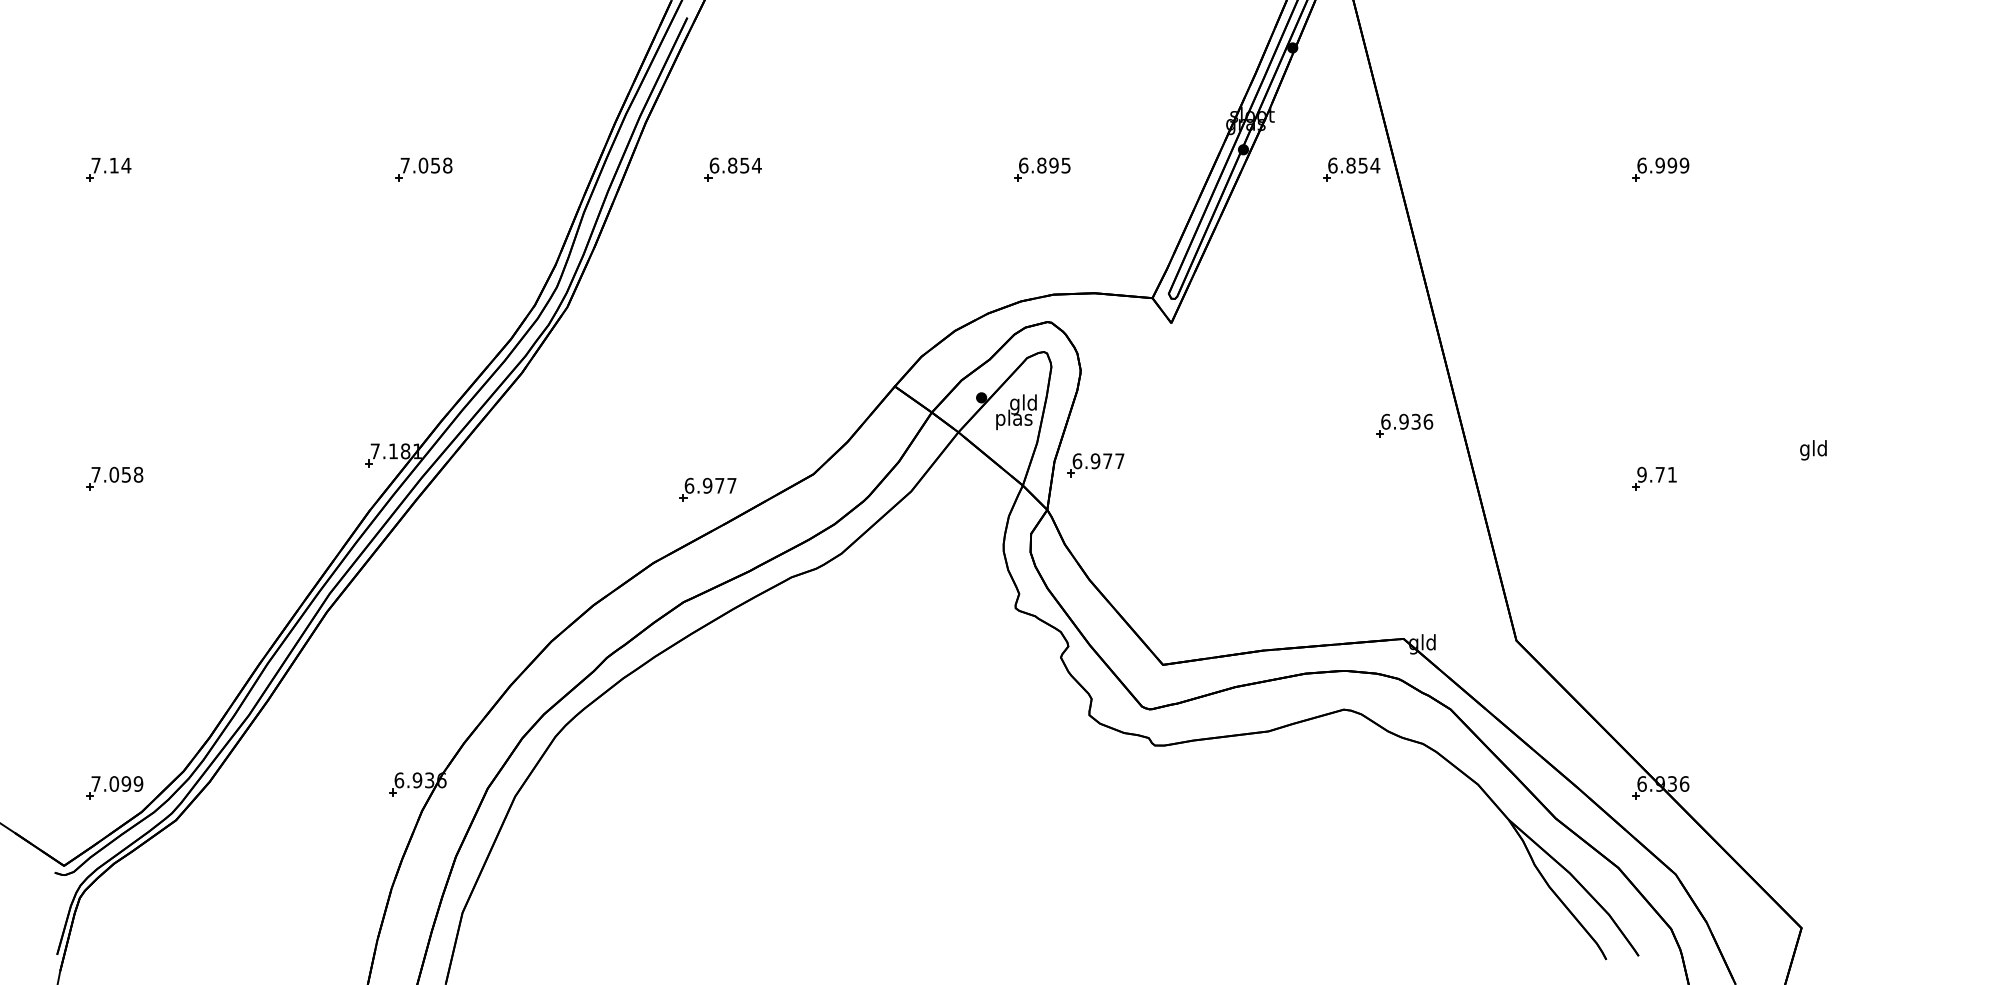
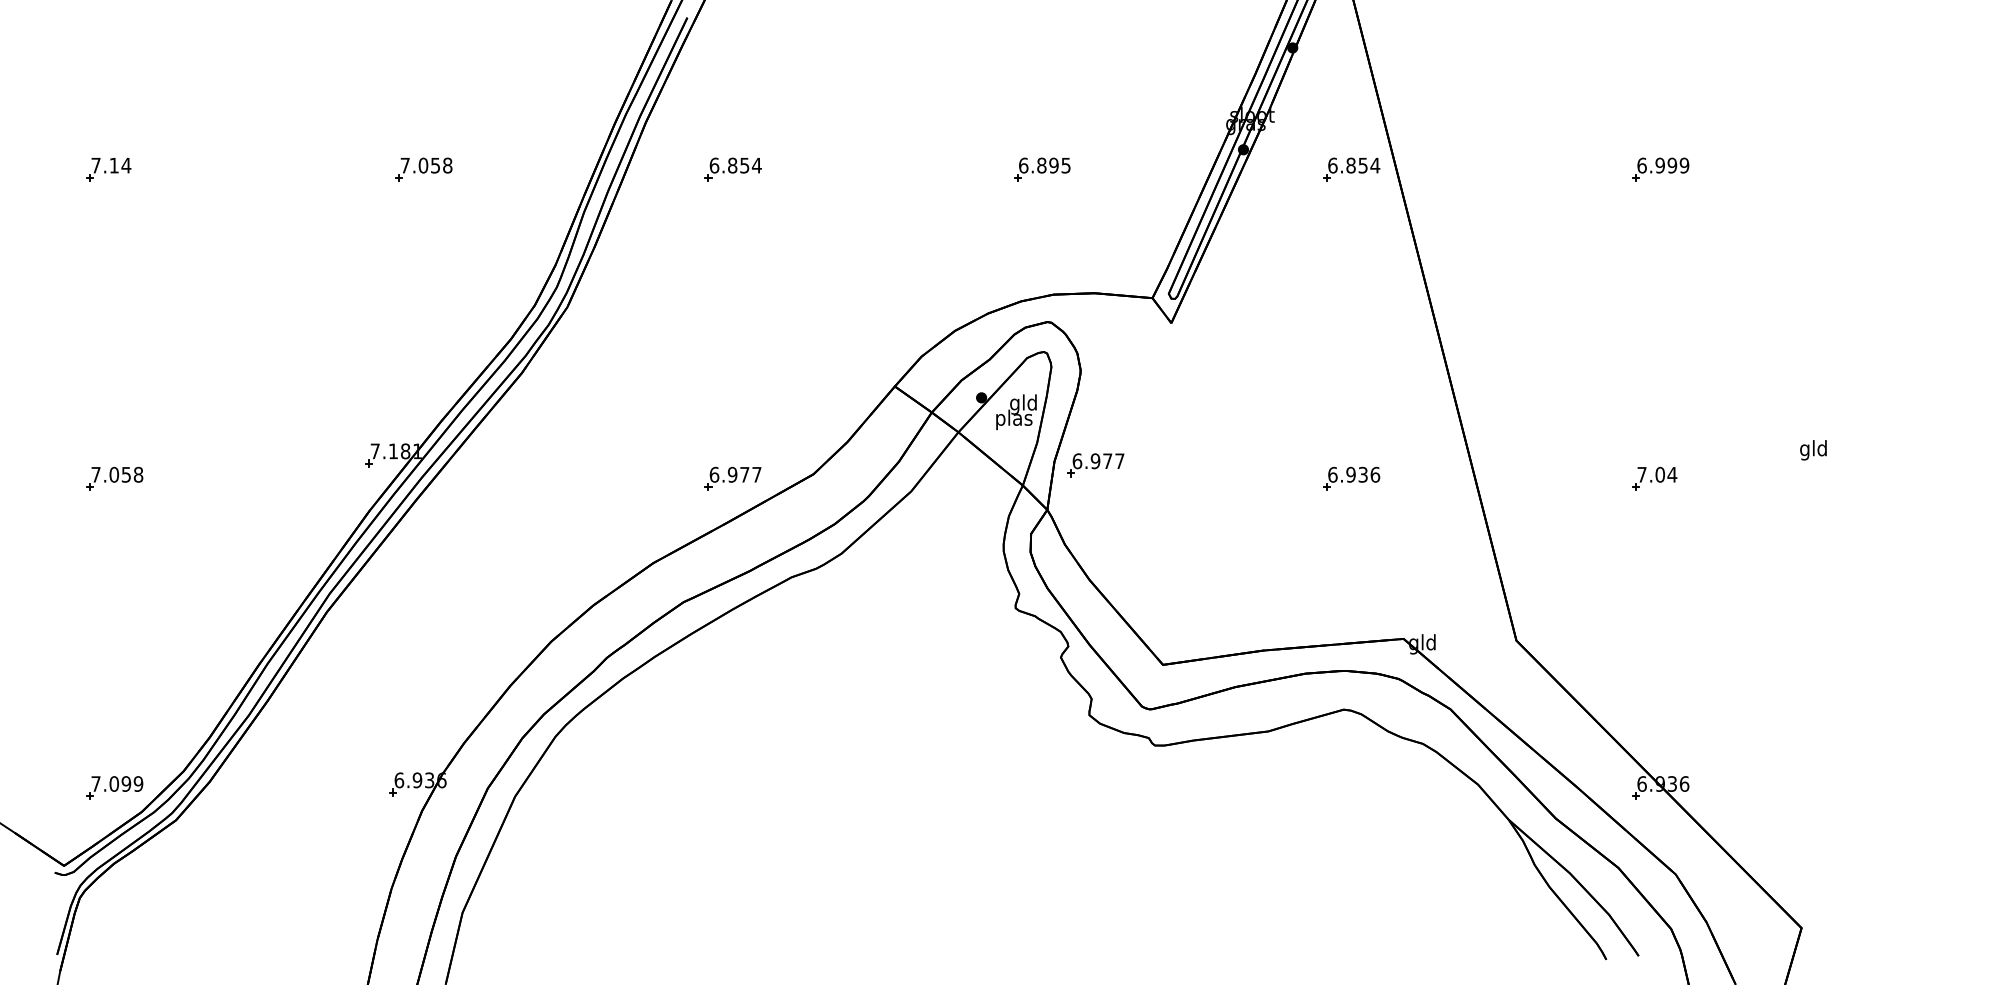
part at (1404, 425) position: (1404, 425) -> (1351, 478)
text at (1657, 474): 9.71 -> 7.04
part at (707, 489) position: (707, 489) -> (732, 478)
